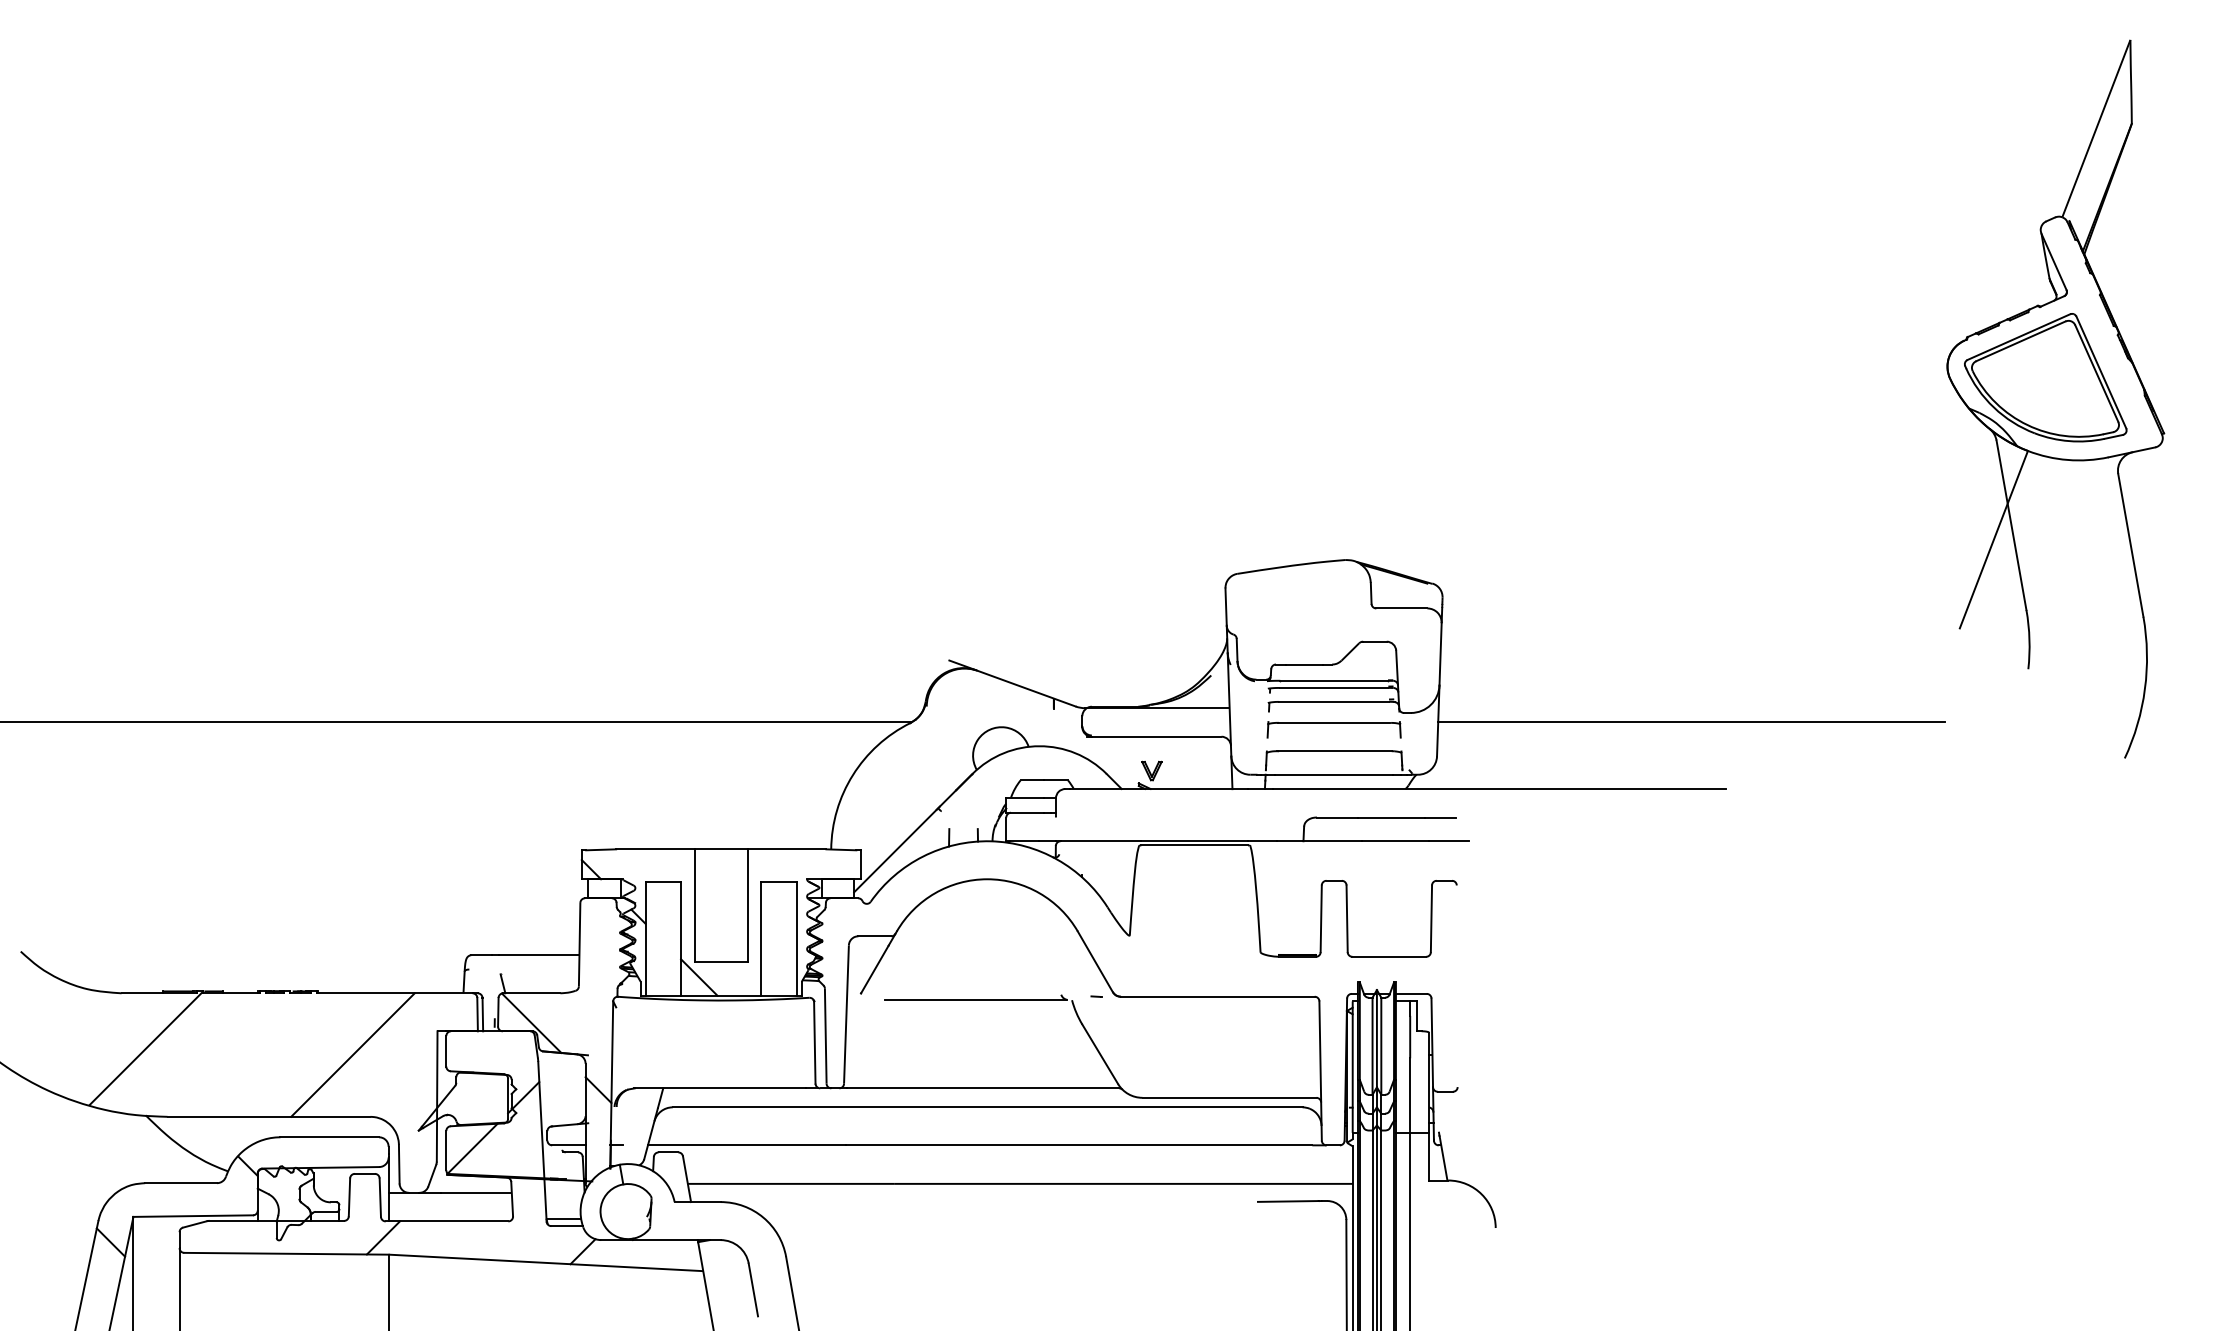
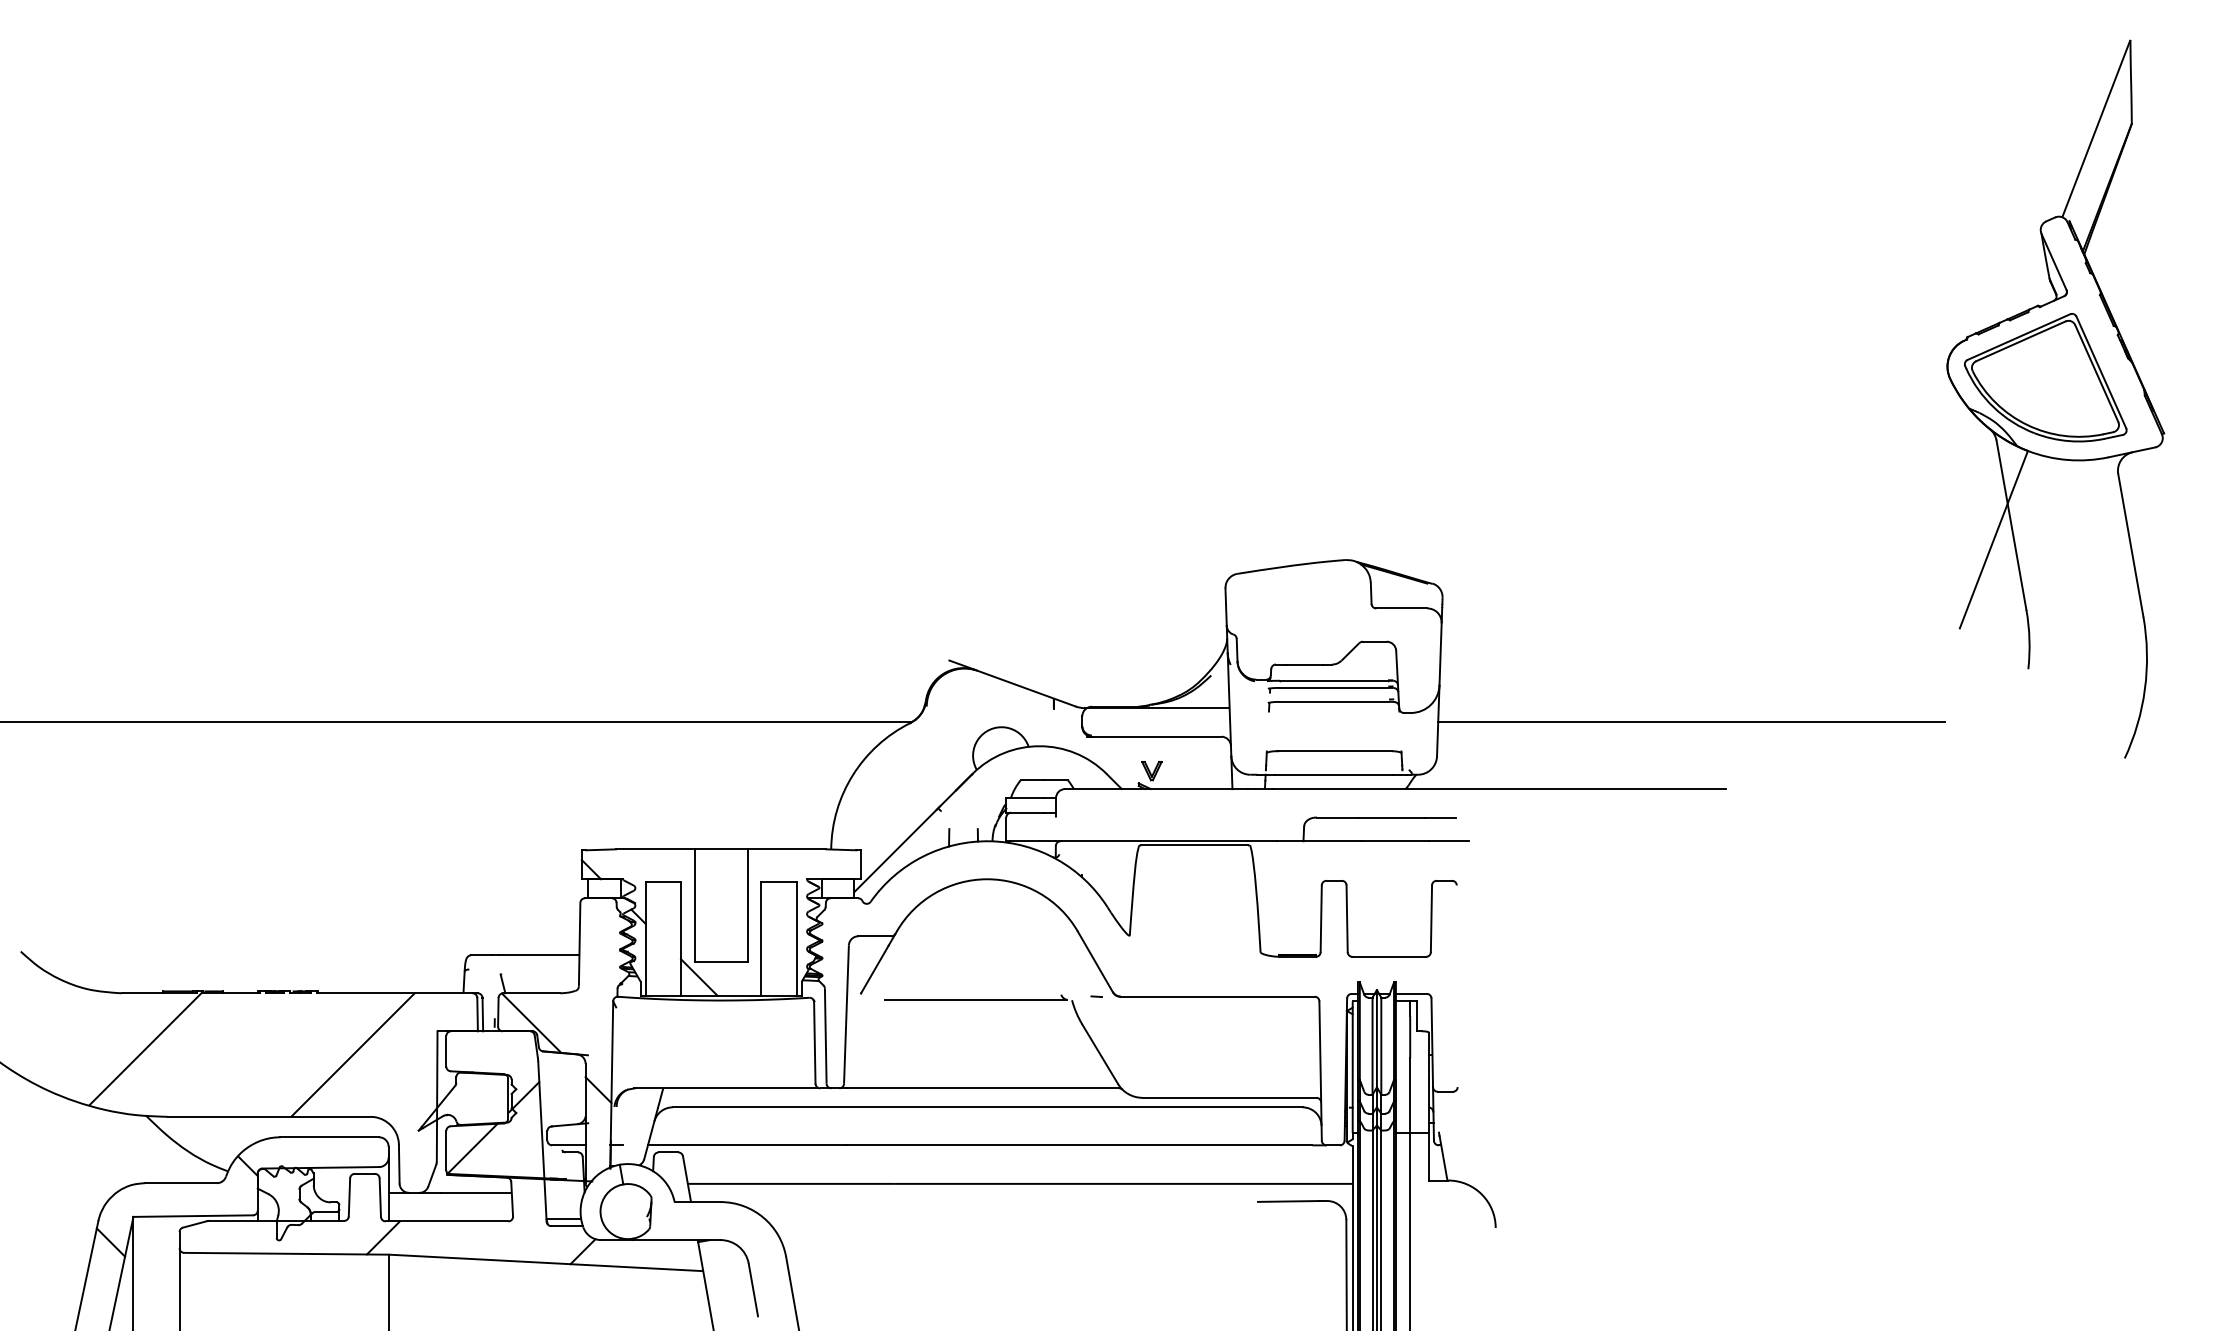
part at (1333, 729): present -> none
